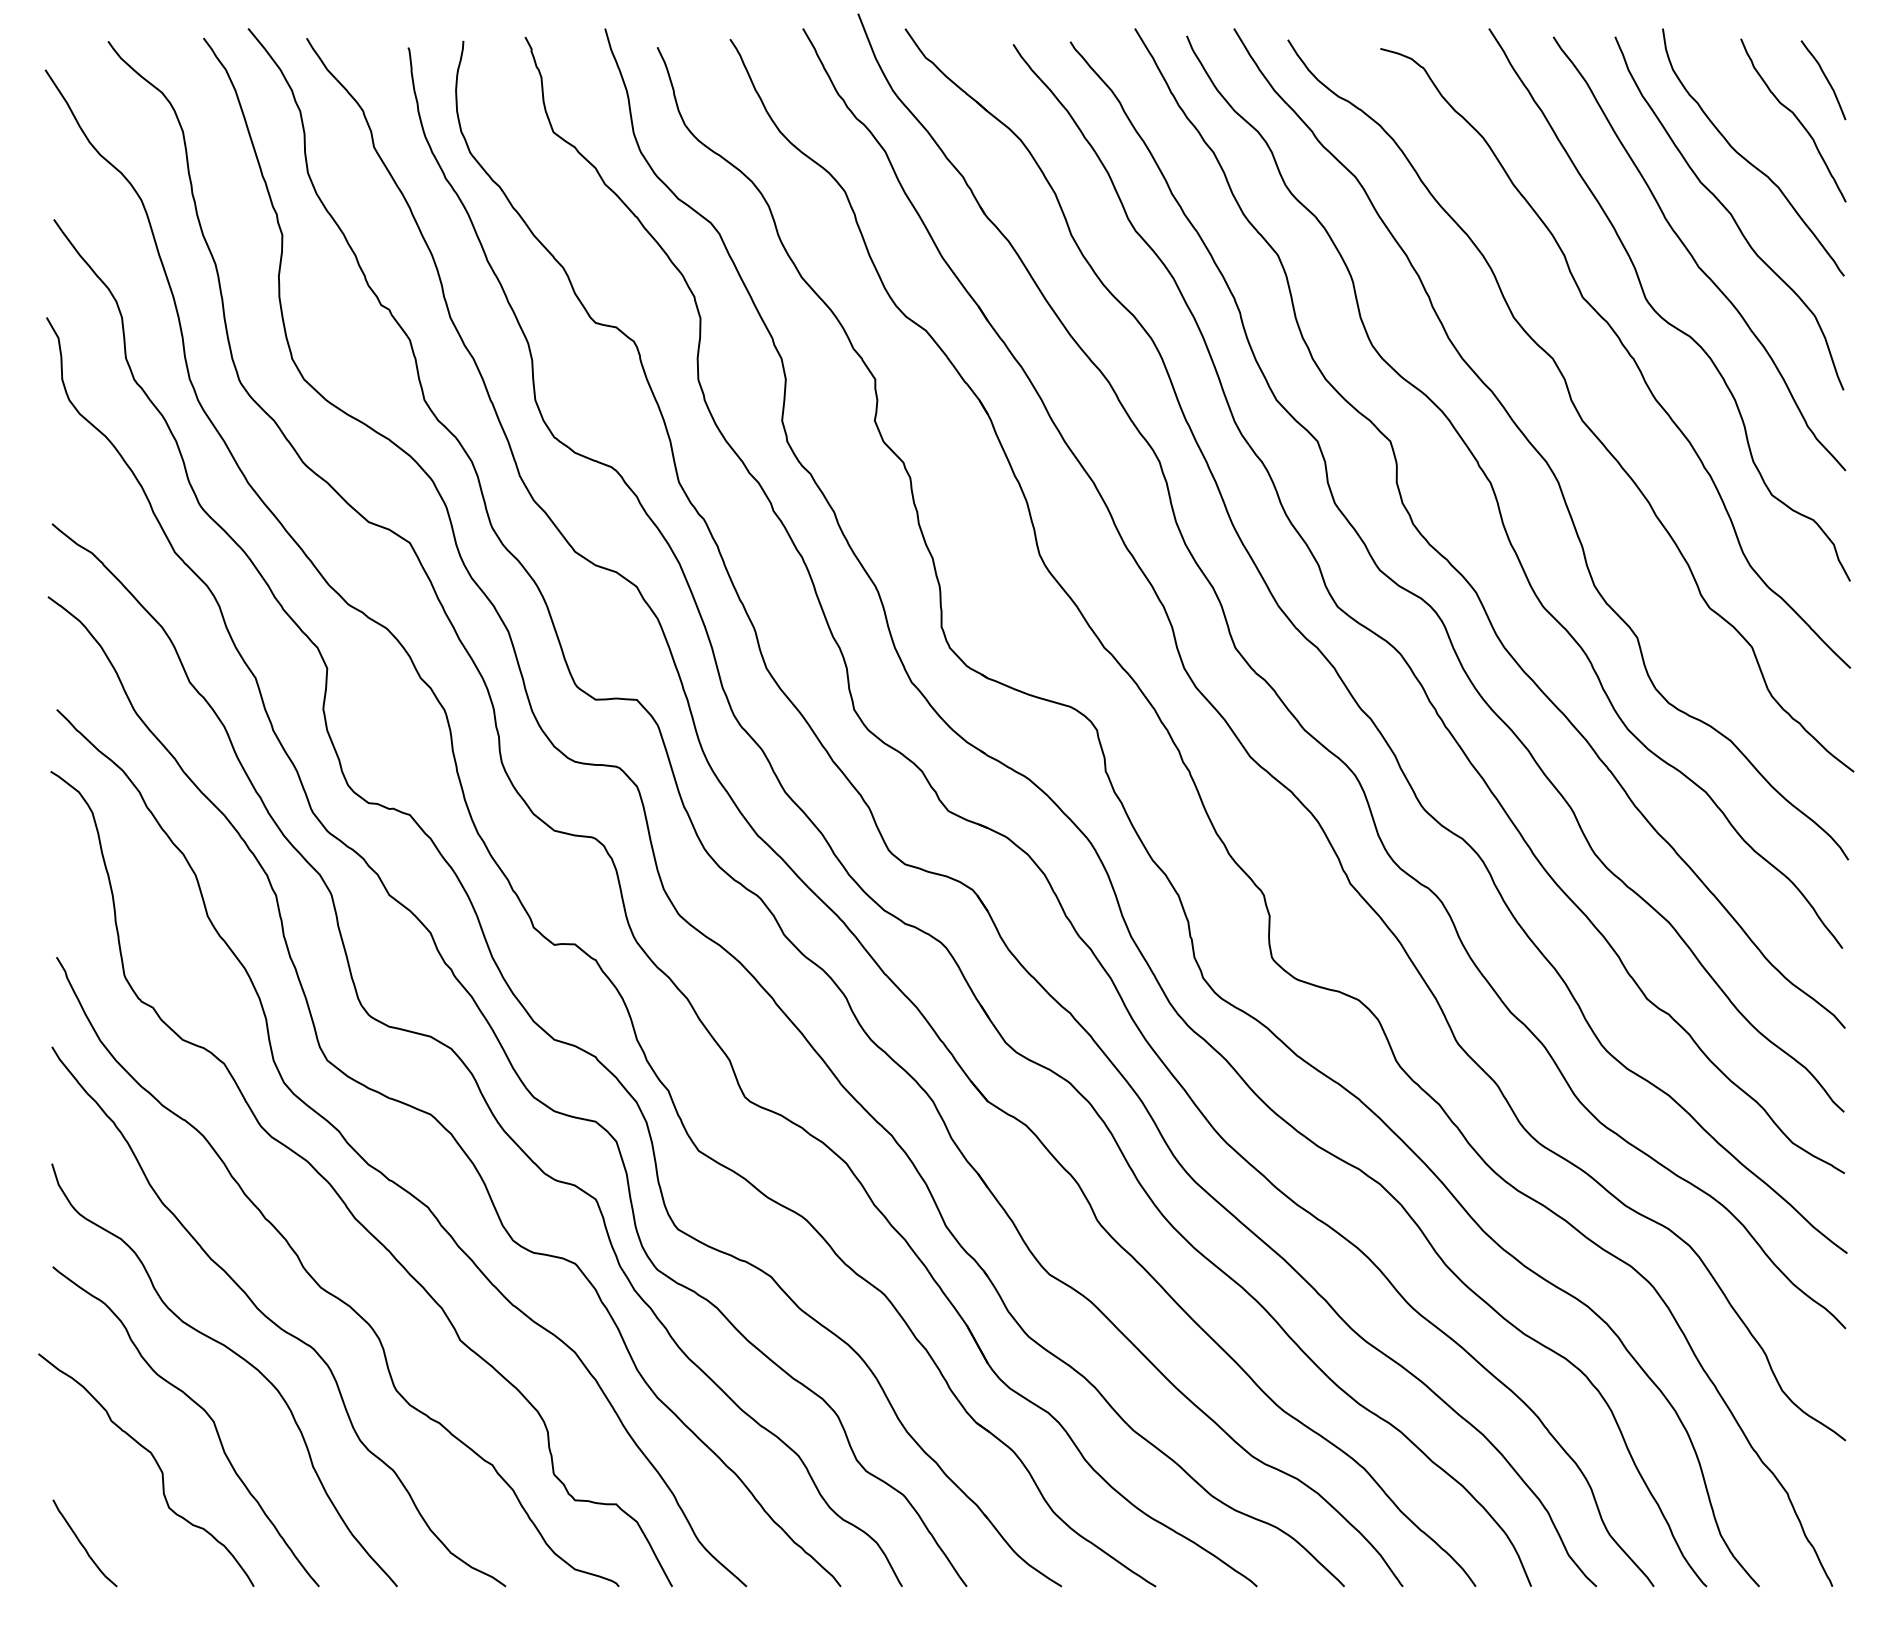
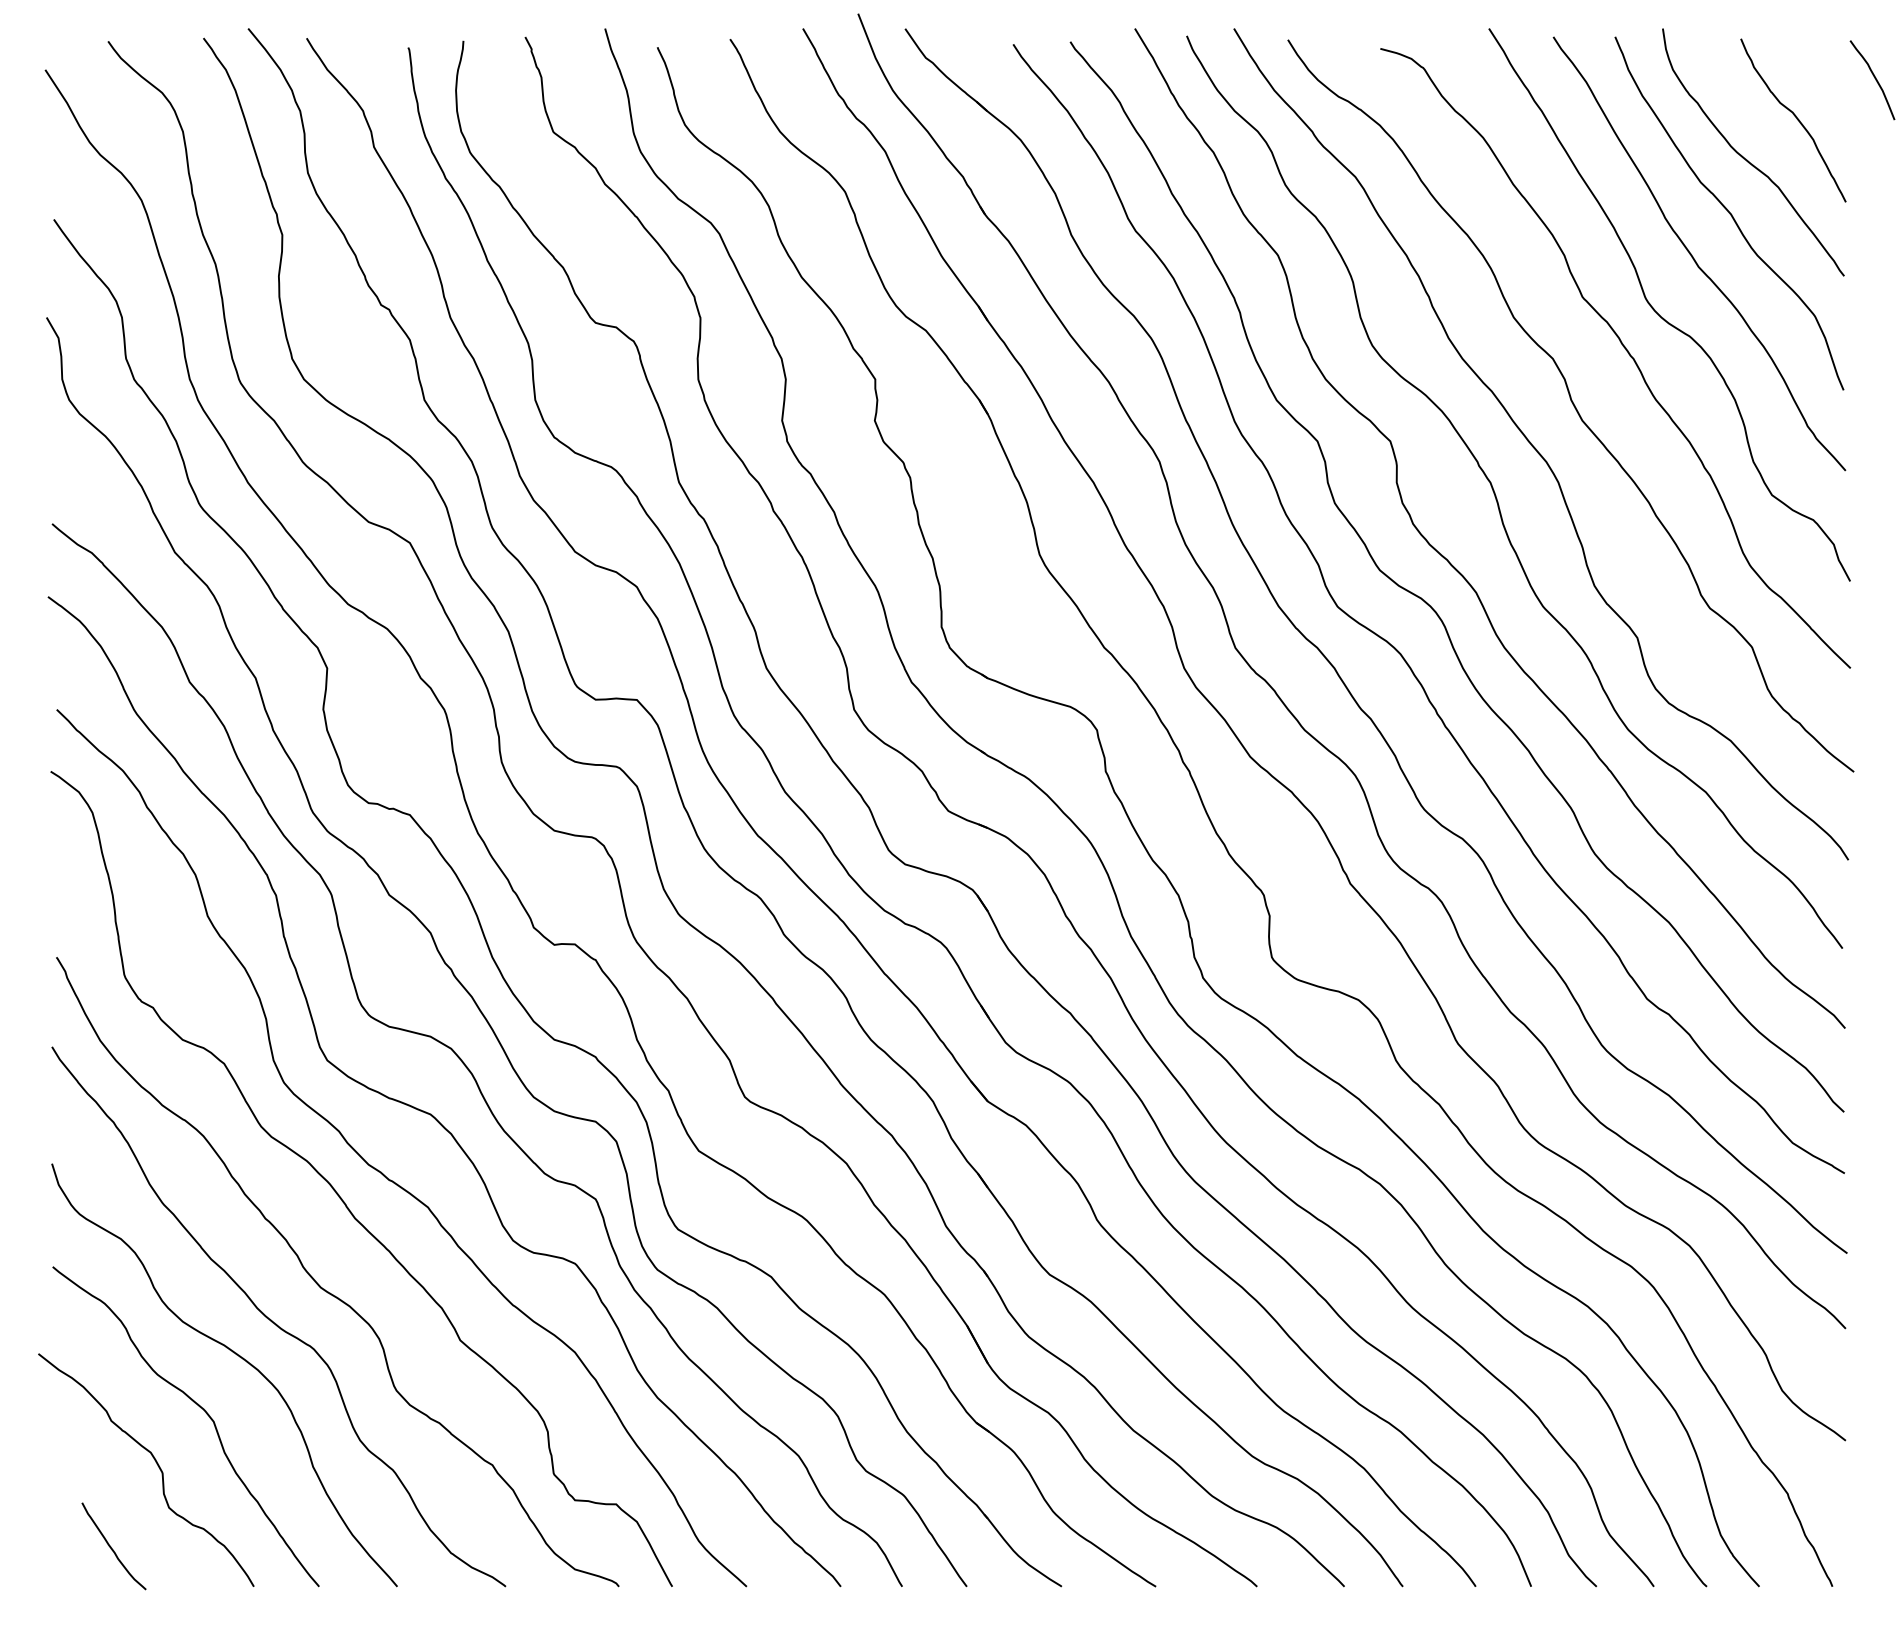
curve at (1825, 78) position: (1825, 78) -> (1874, 78)
curve at (82, 1543) position: (82, 1543) -> (111, 1546)
